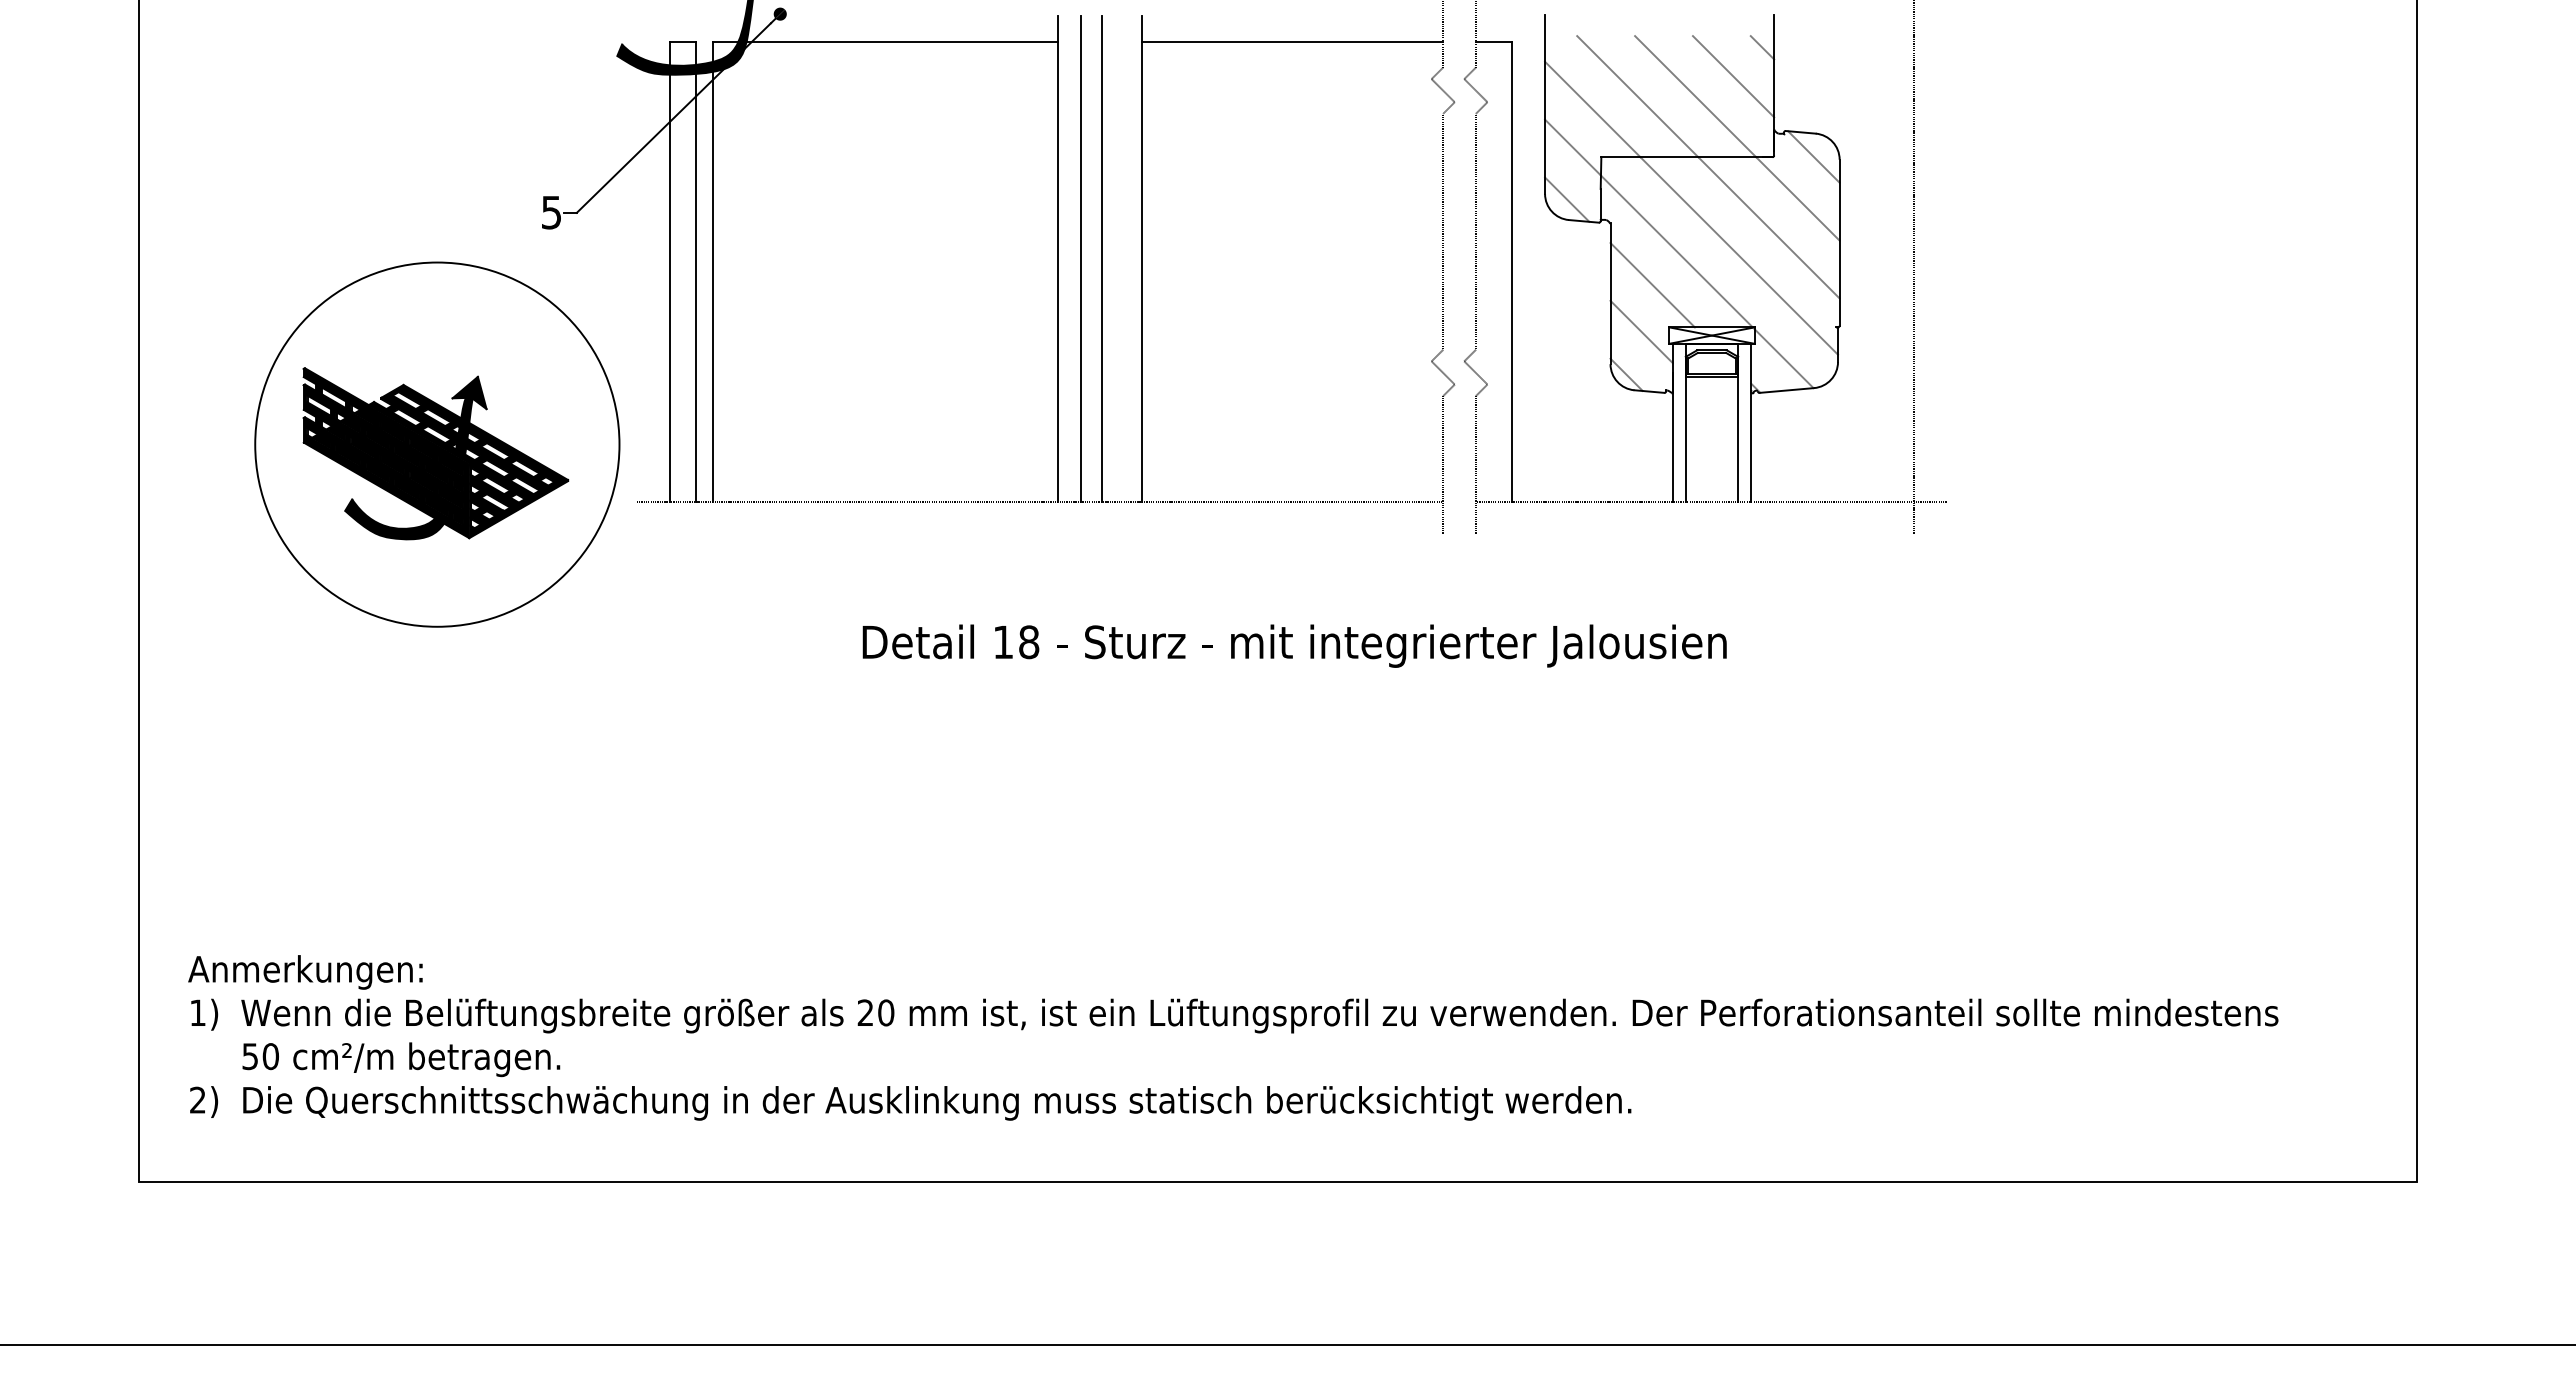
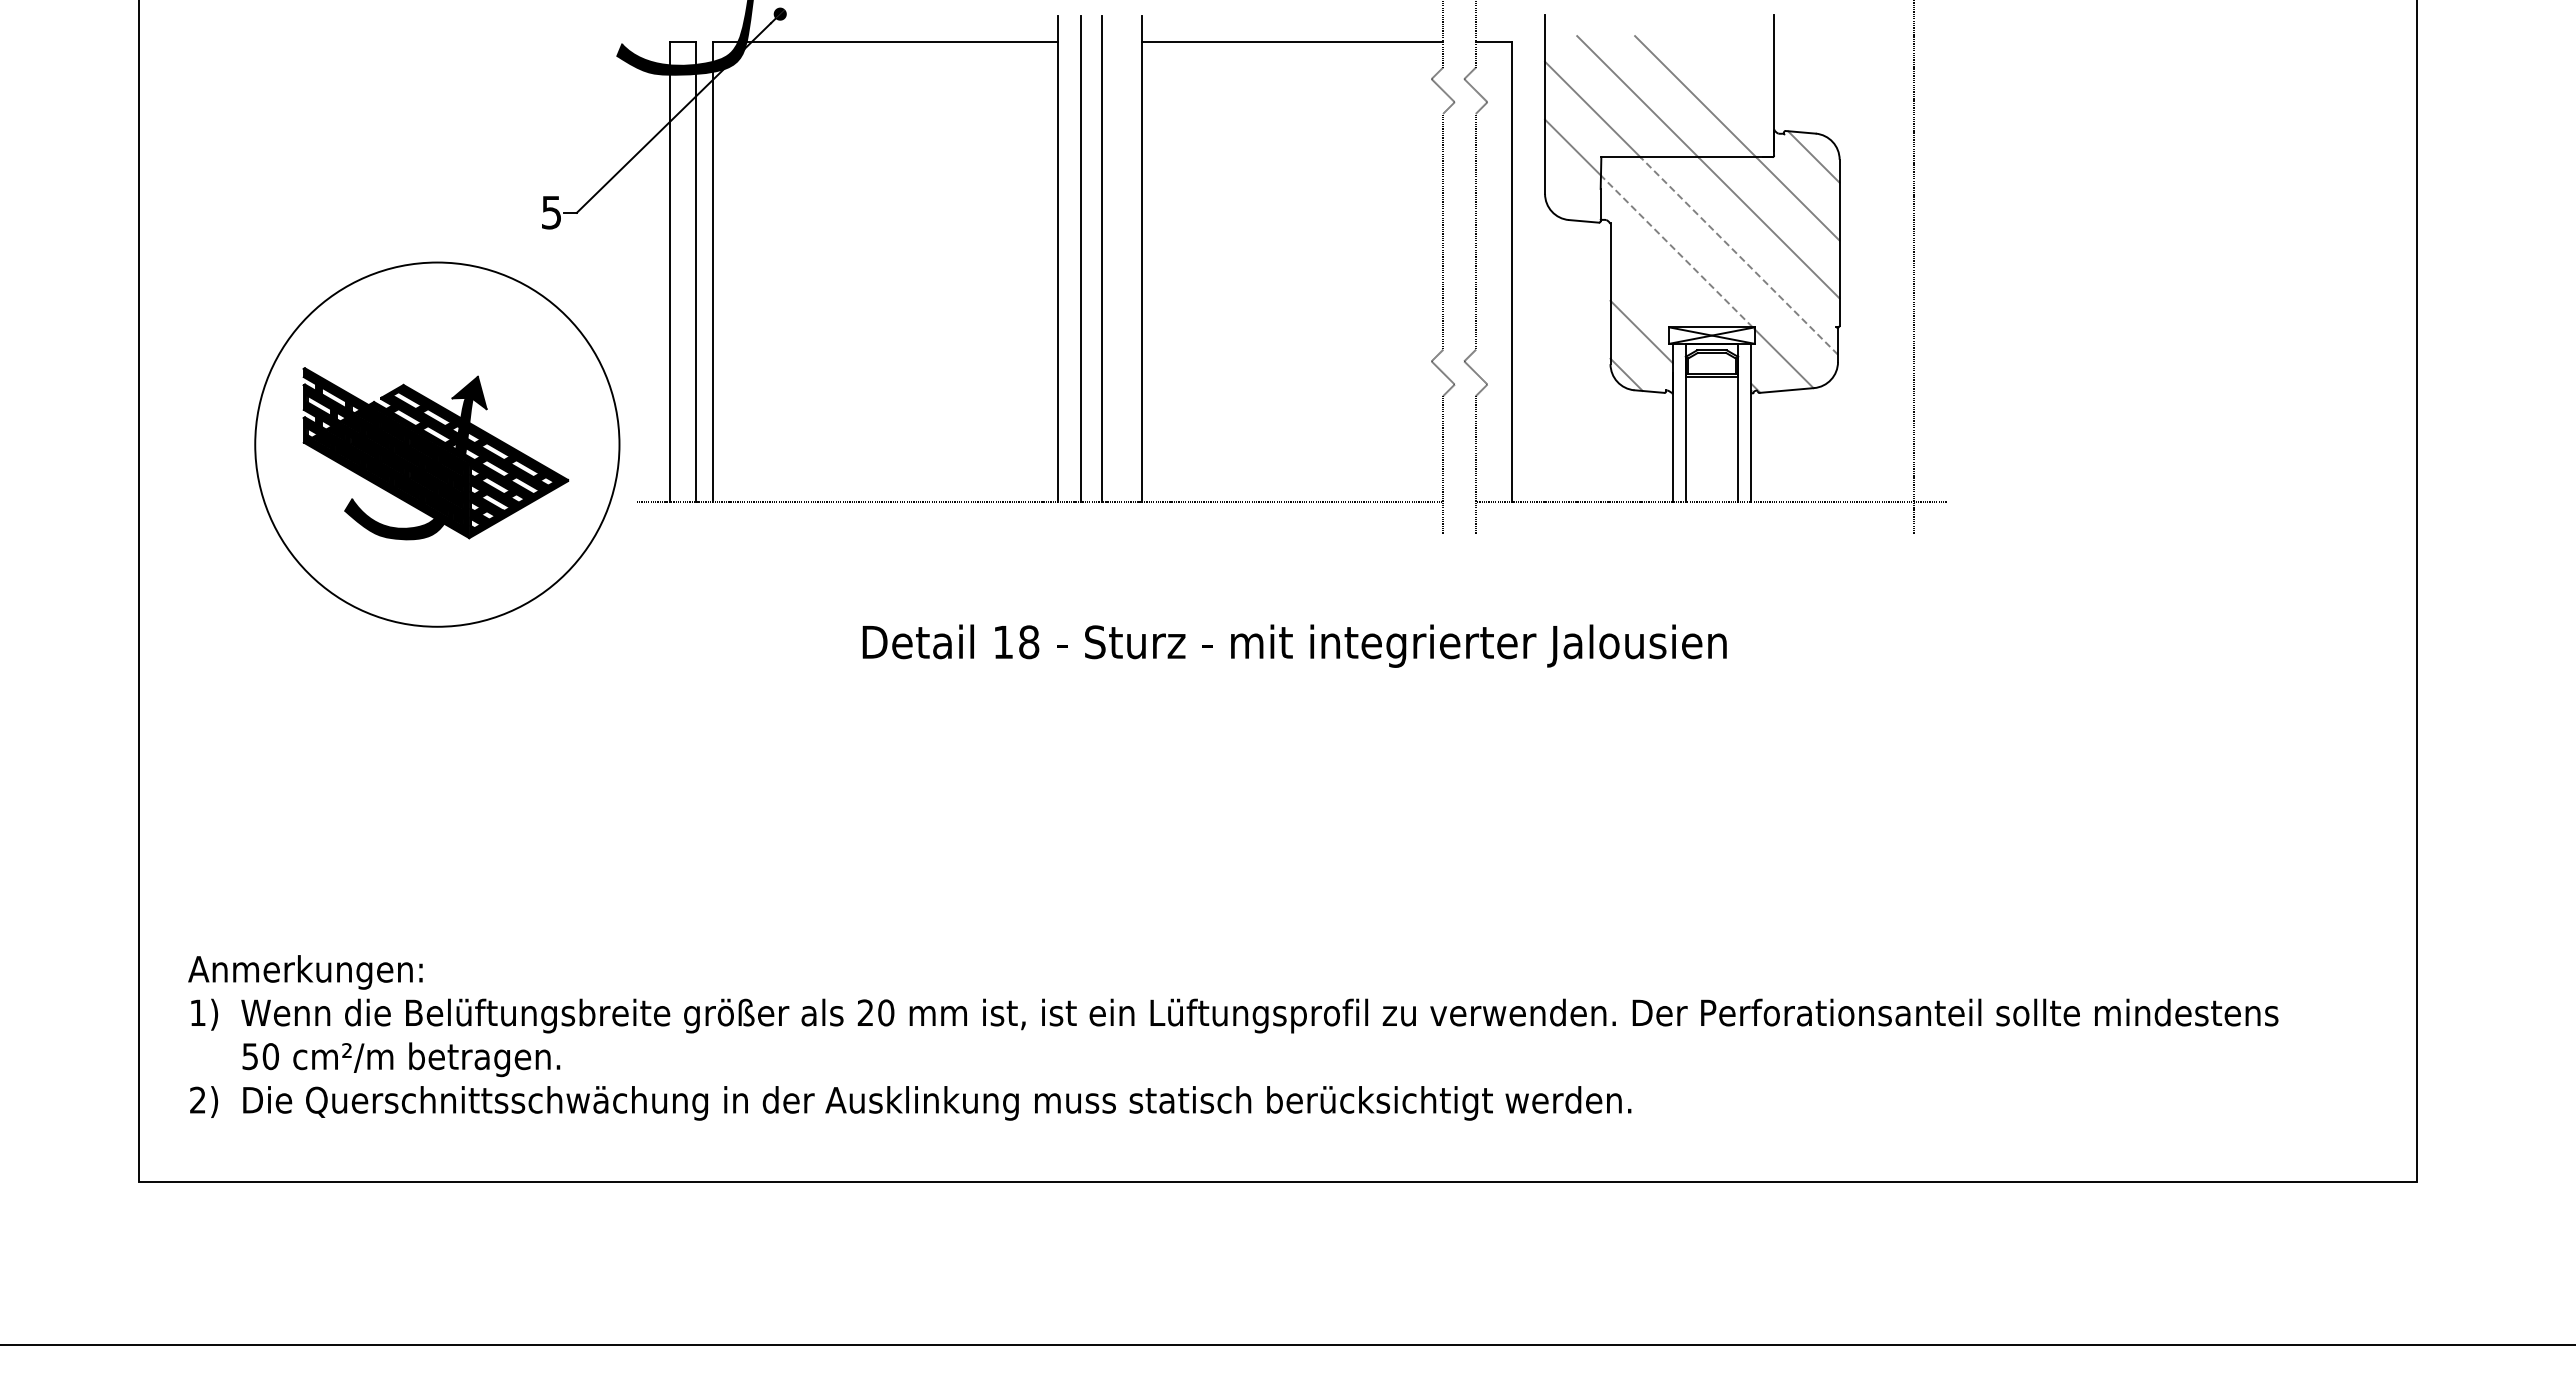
line at (1762, 47): present -> none
line at (1733, 76): present -> none
line at (1567, 199): present -> none
line at (1676, 251): solid -> dashed
line at (1739, 255): solid -> dashed
line at (1652, 285): present -> none
